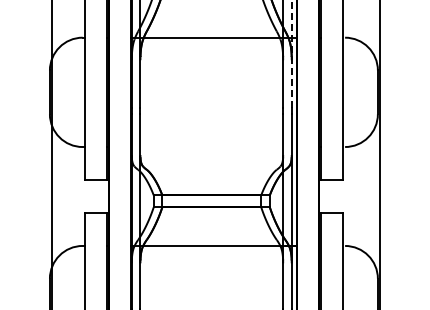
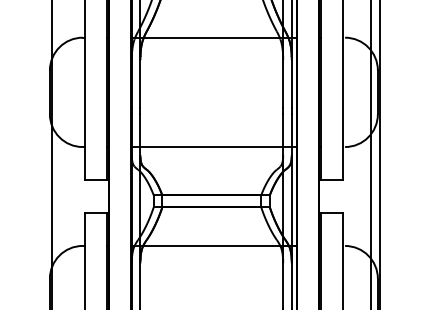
line at (291, 54): dashed -> solid
line at (213, 147): none -> present
line at (371, 154): none -> present
